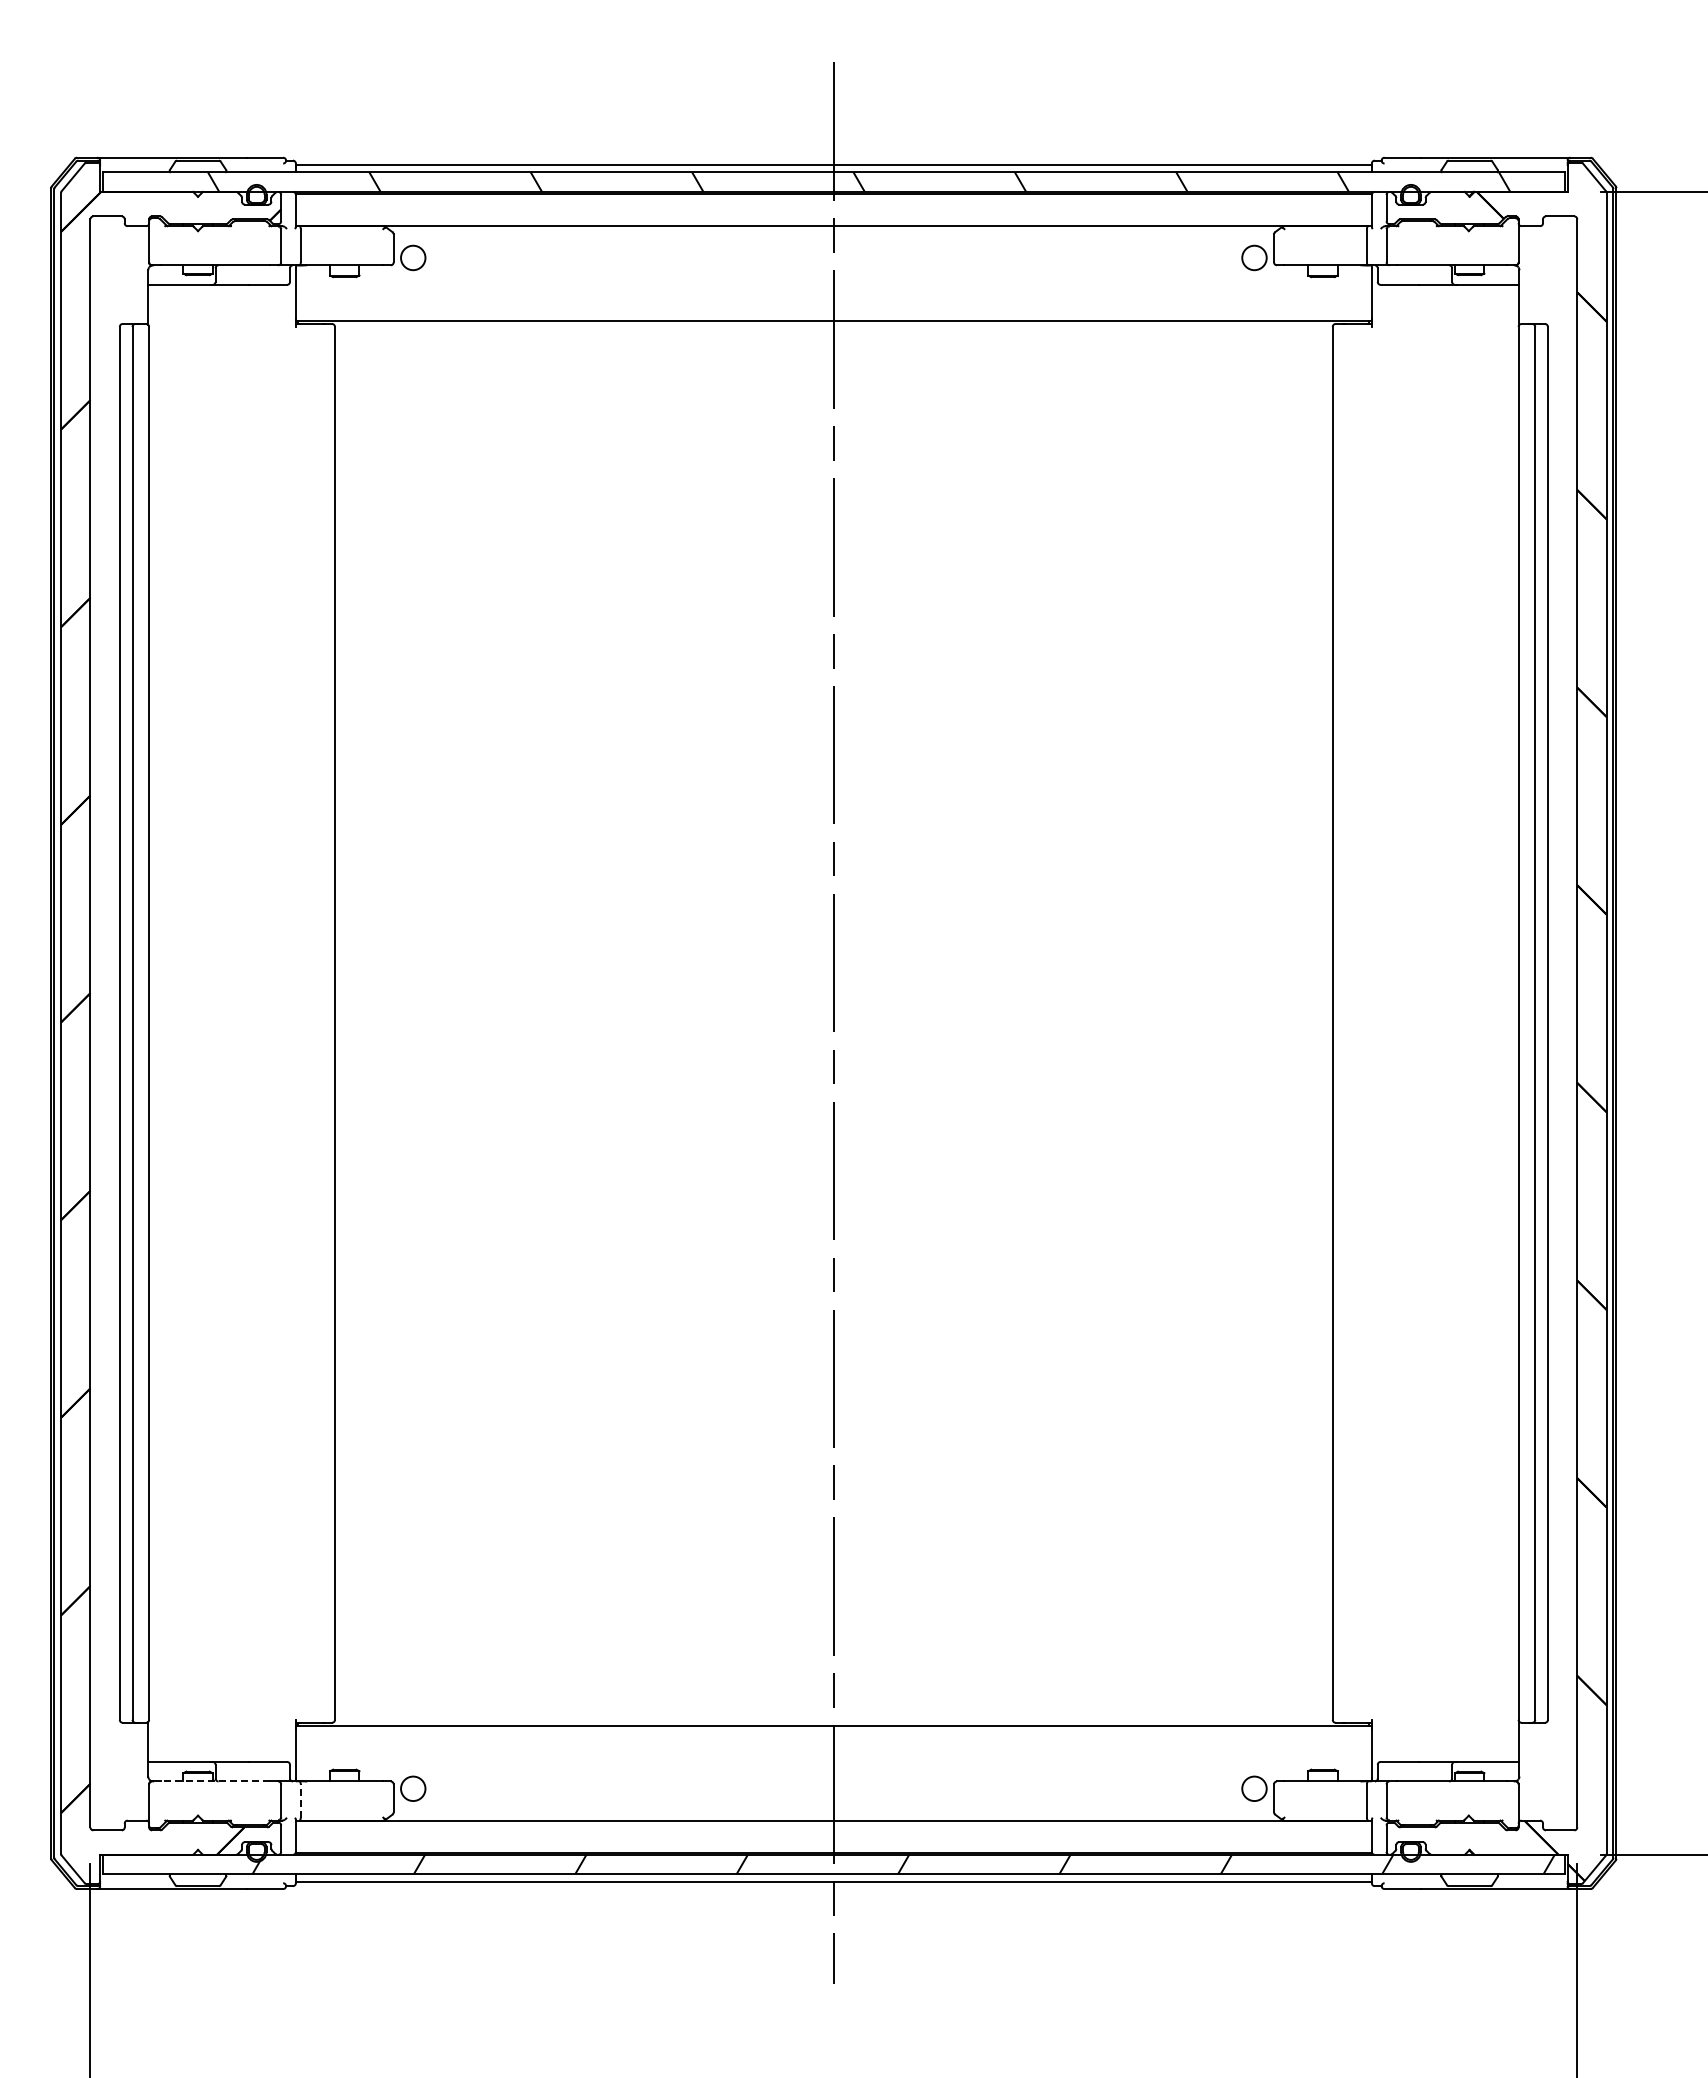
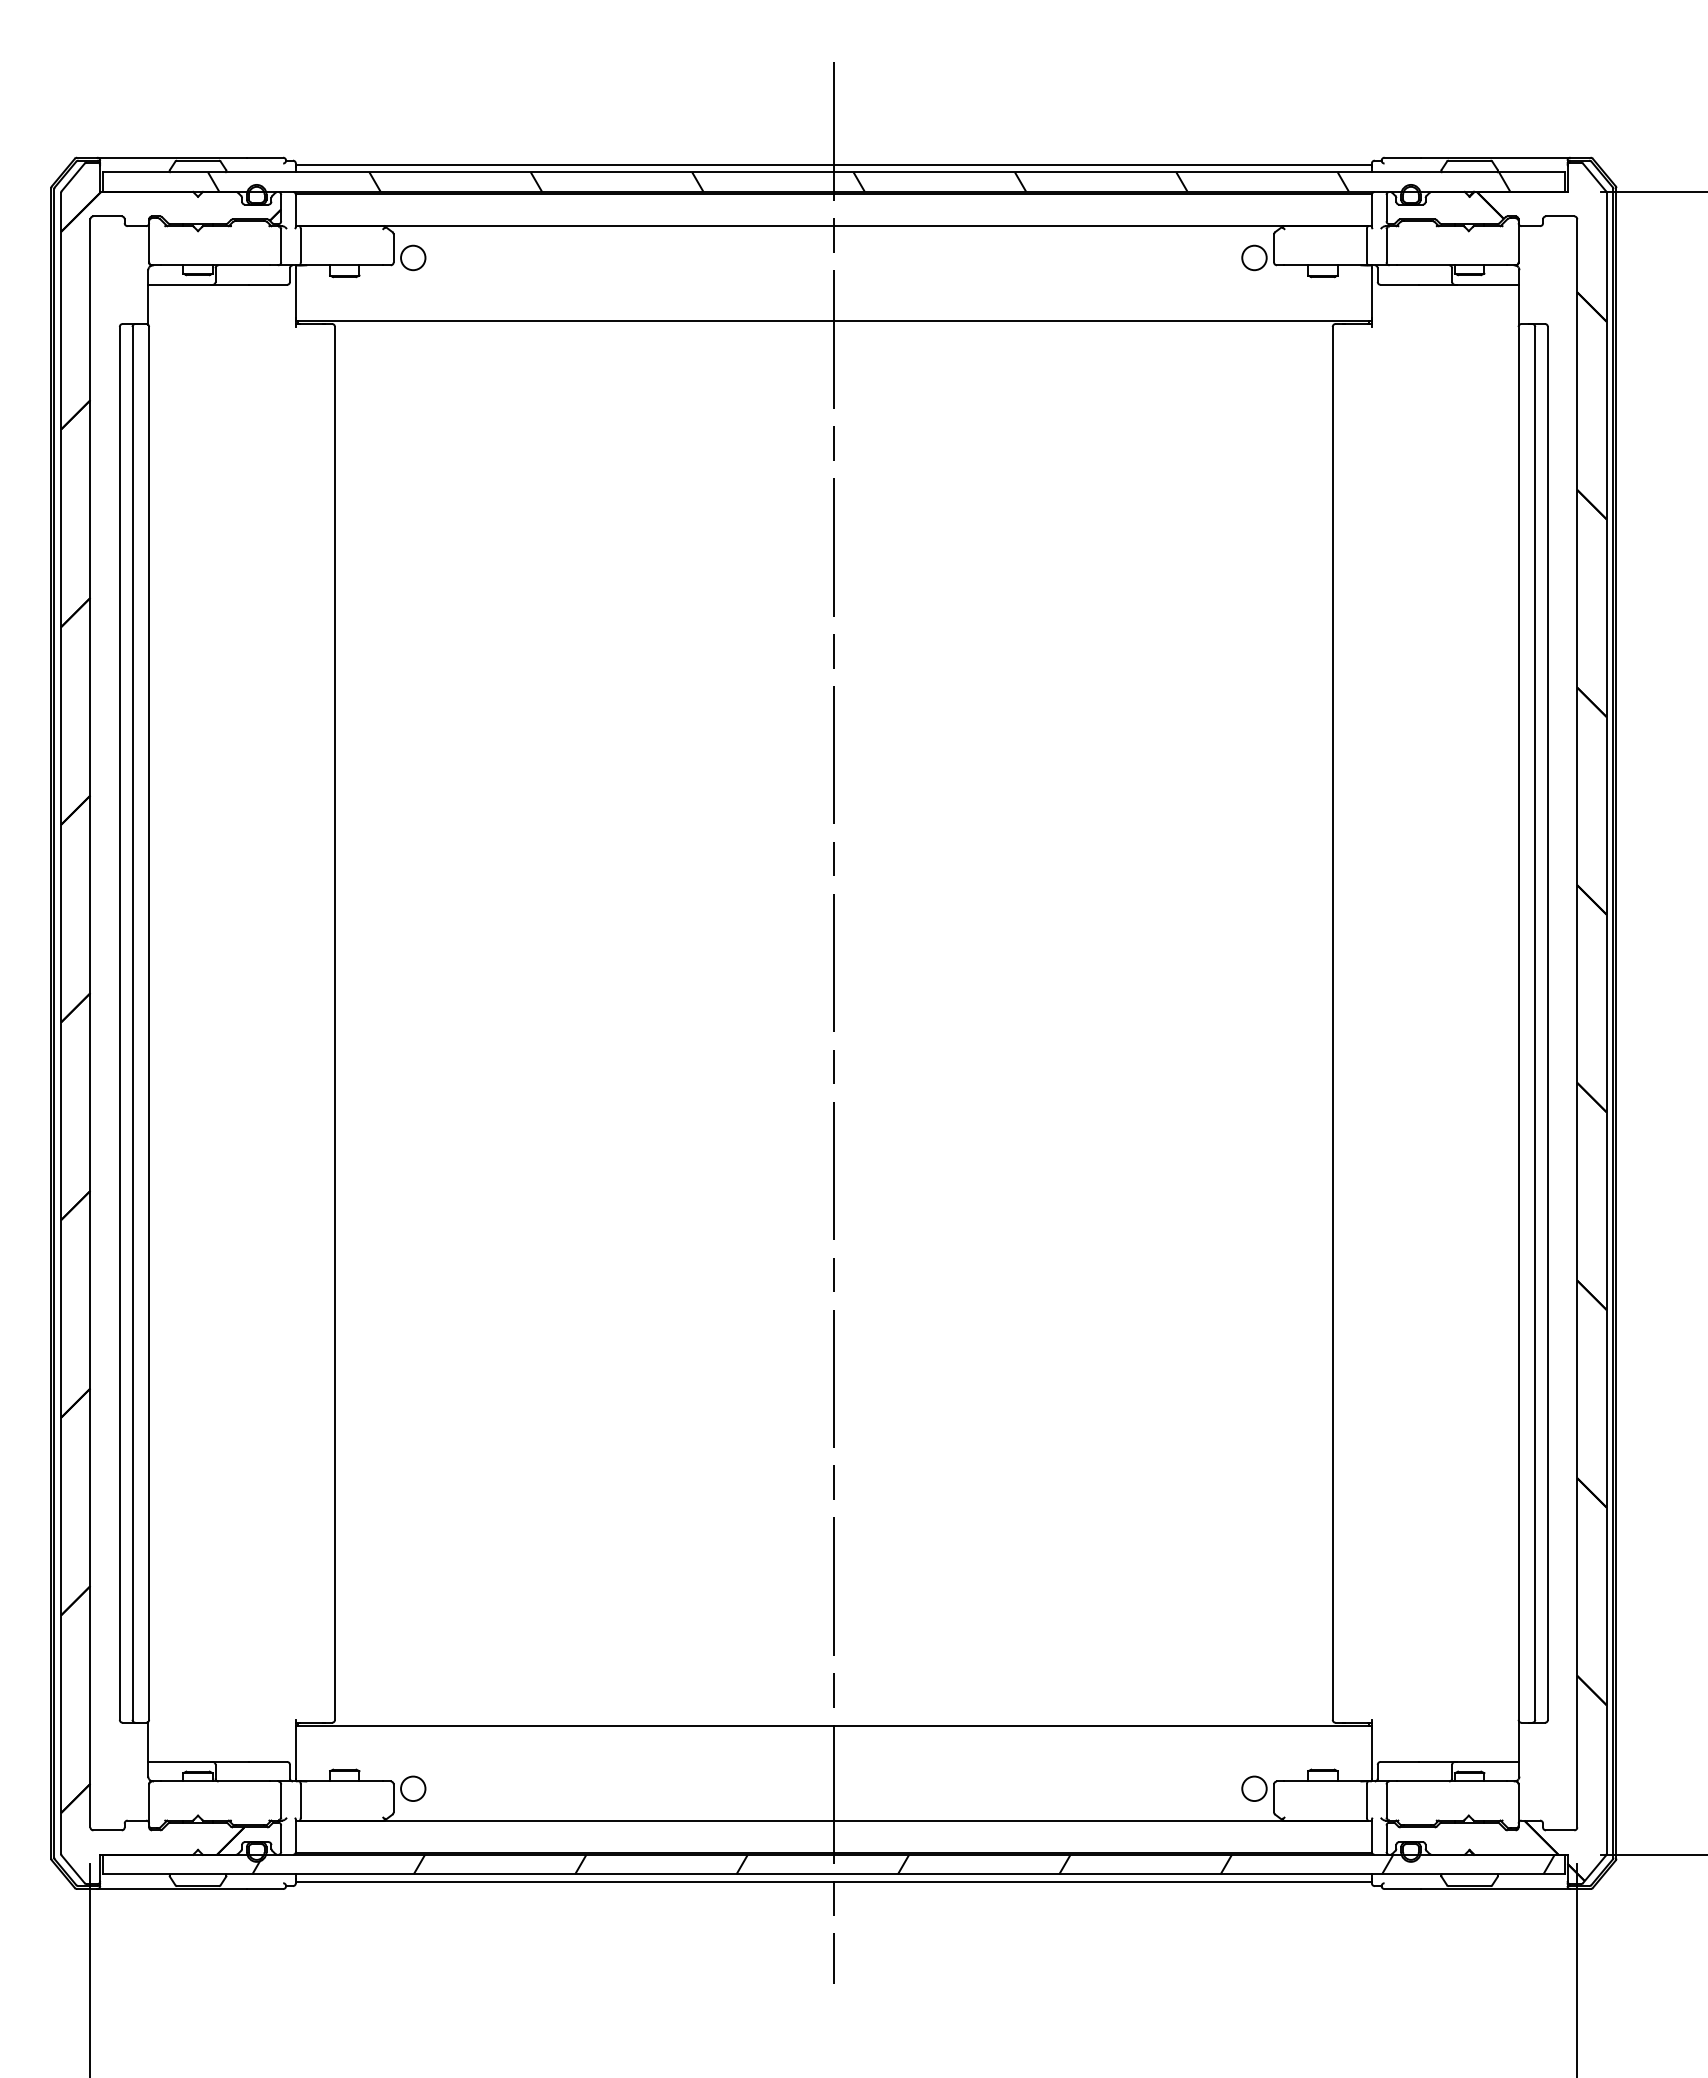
line at (215, 1781): dashed -> solid
line at (300, 1801): dashed -> solid
